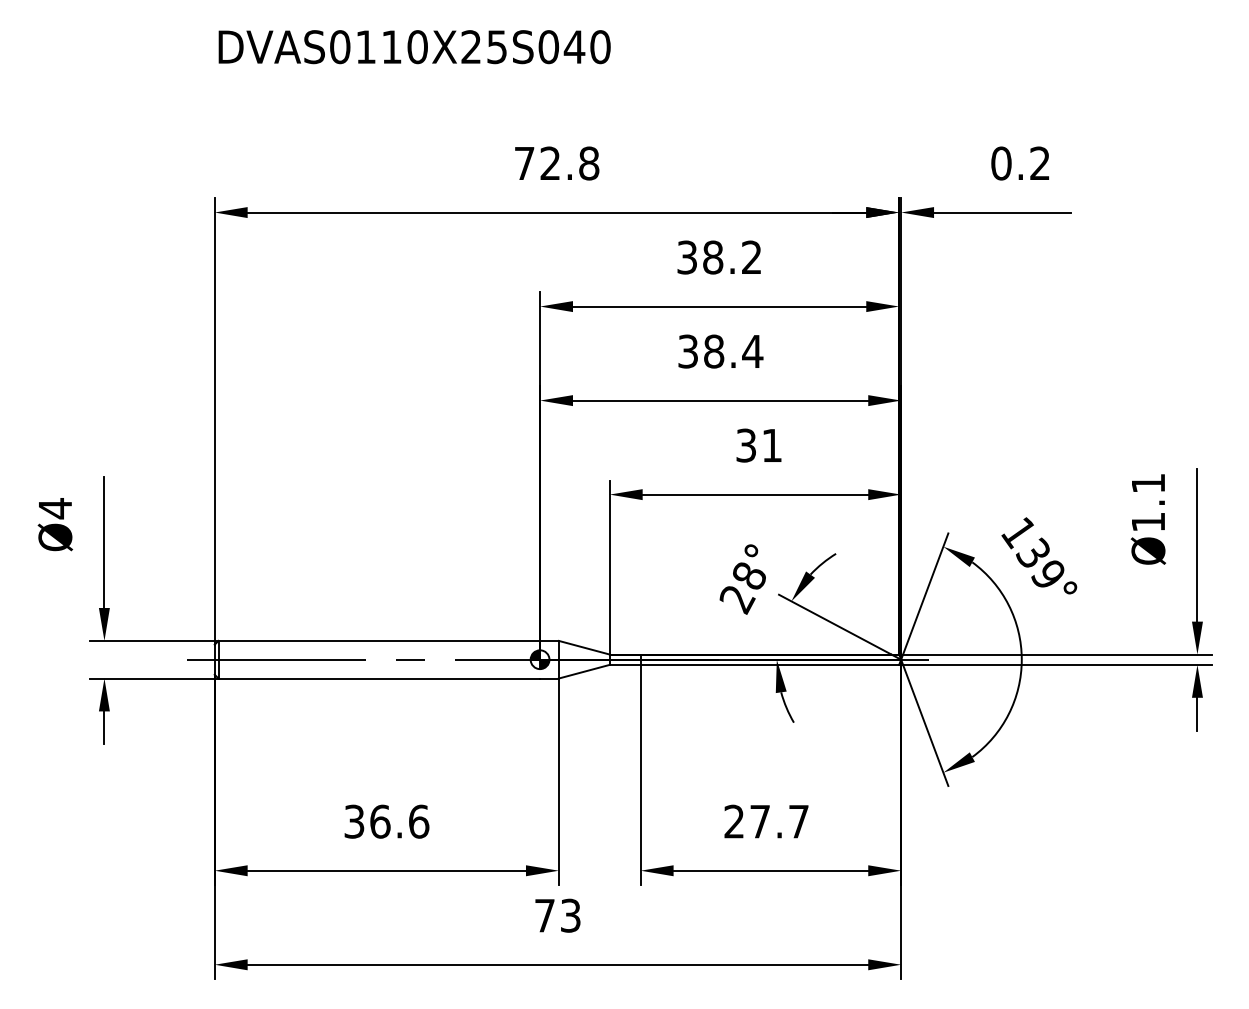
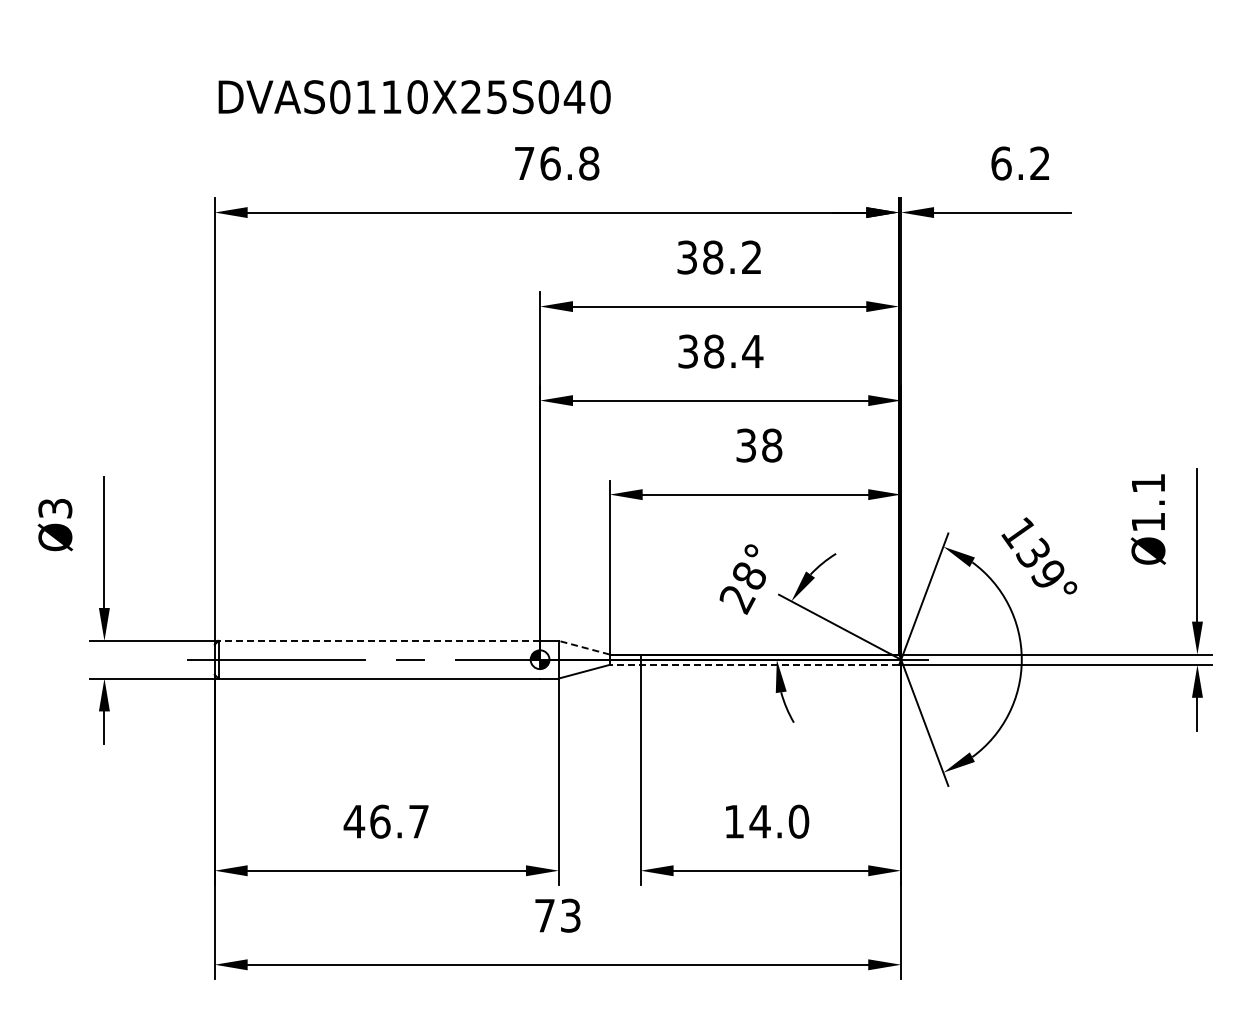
text at (414, 47) position: (414, 47) -> (414, 97)
text at (550, 163): 72.8 -> 76.8
text at (1001, 163): 0.2 -> 6.2
text at (772, 445): 31 -> 38
text at (55, 508): Ø4 -> Ø3
line at (379, 640): solid -> dashed
line at (583, 647): solid -> dashed
line at (754, 664): solid -> dashed
text at (386, 821): 36.6 -> 46.7
text at (766, 821): 27.7 -> 14.0
